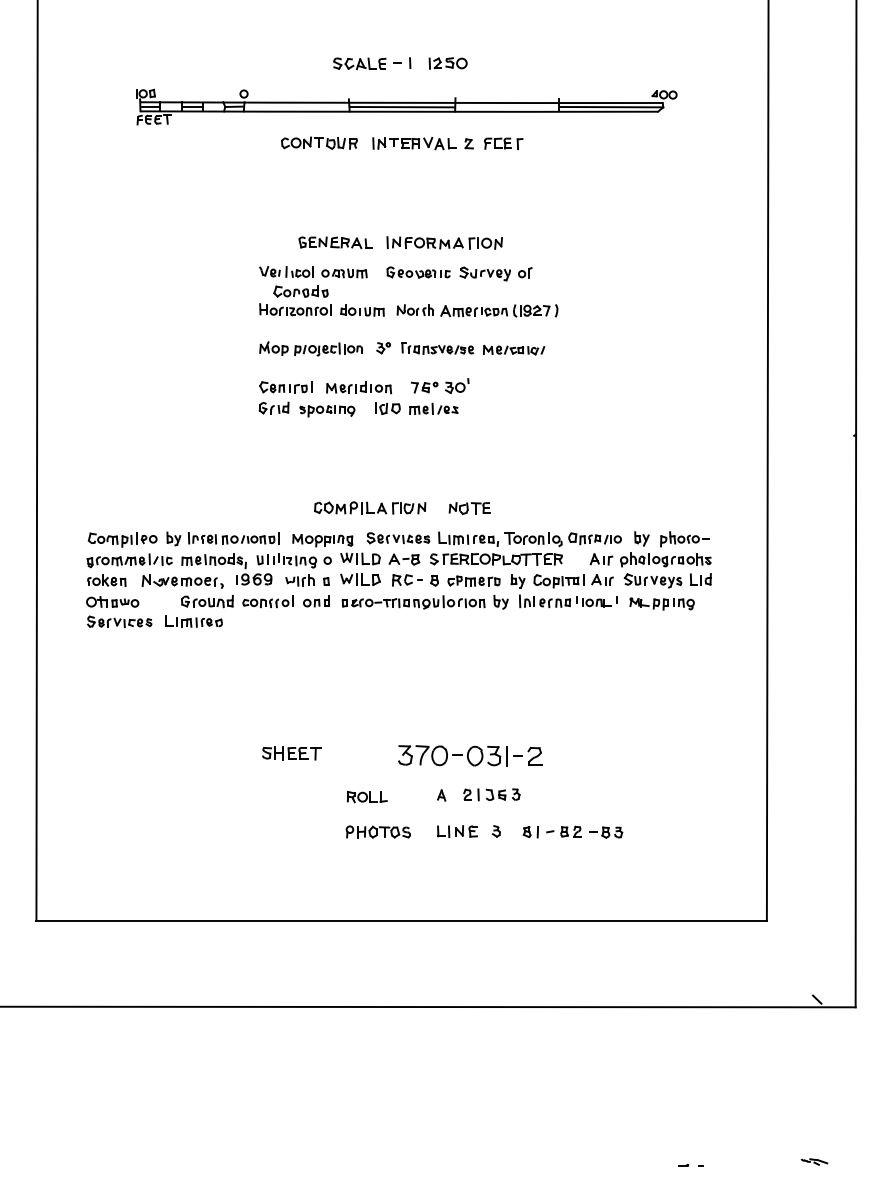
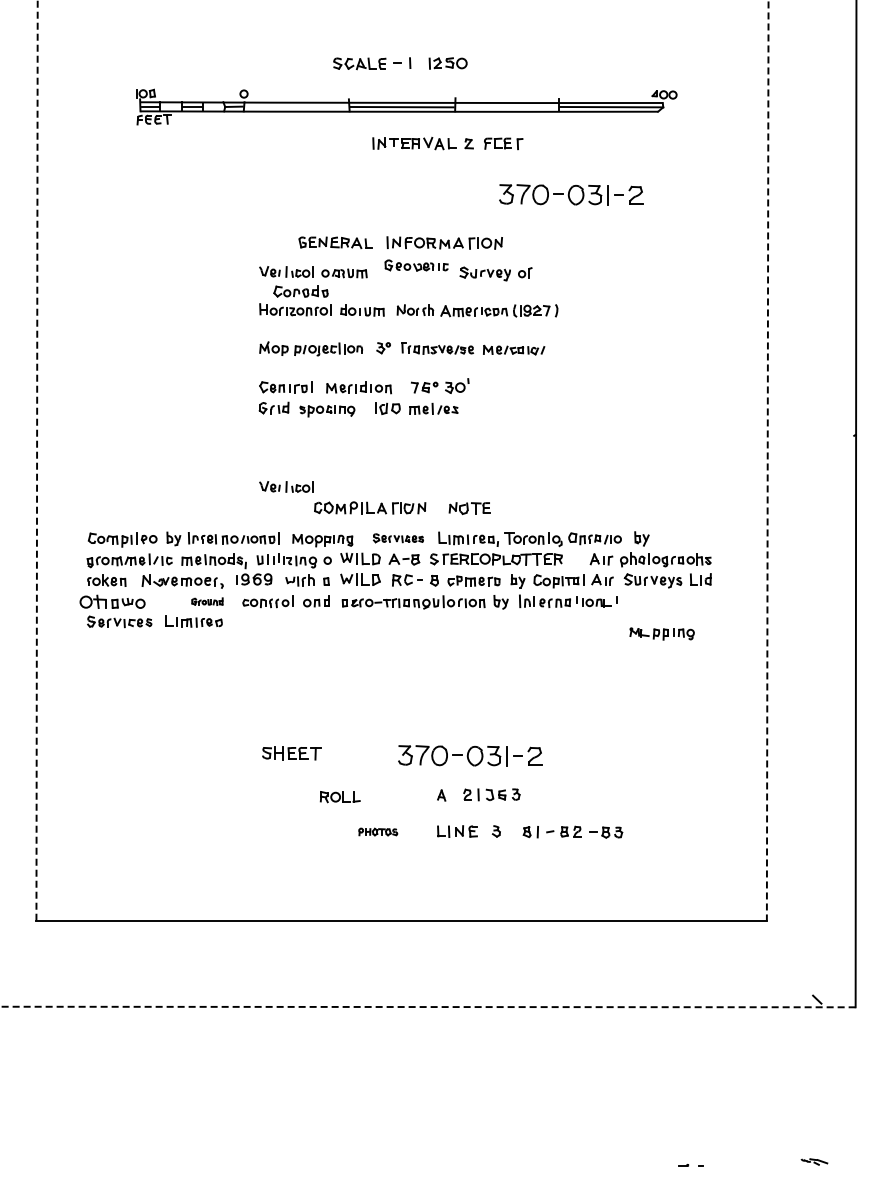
part at (319, 142): present -> none
part at (571, 194): none -> present
part at (418, 272) position: (418, 272) -> (416, 265)
line at (37, 460): solid -> dashed
line at (767, 460): solid -> dashed
part at (286, 486): none -> present
part at (398, 538) size: 65x13 px -> 52x11 px
part at (684, 539): present -> none
part at (112, 601) size: 54x12 px -> 67x15 px
part at (207, 601) size: 53x14 px -> 33x9 px
part at (661, 603) position: (661, 603) -> (661, 633)
part at (366, 797) position: (366, 797) -> (339, 797)
part at (377, 831) size: 66x14 px -> 41x10 px
line at (427, 1007): solid -> dashed
